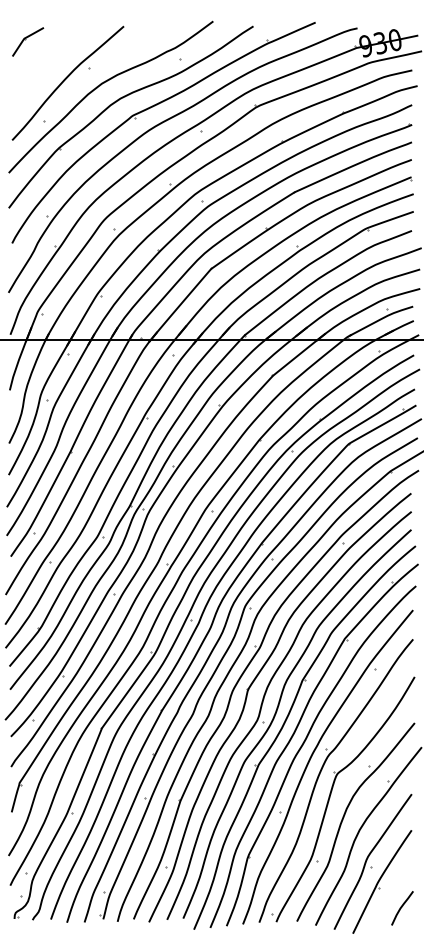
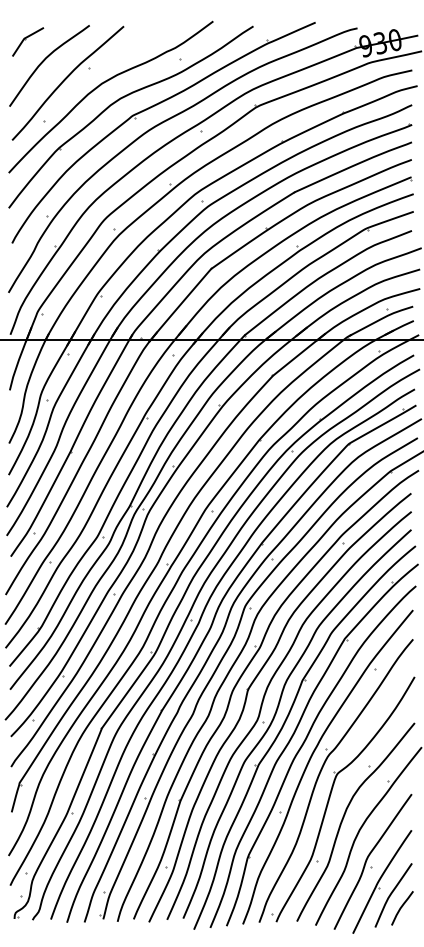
curve at (45, 60): none -> present
curve at (391, 895): none -> present
